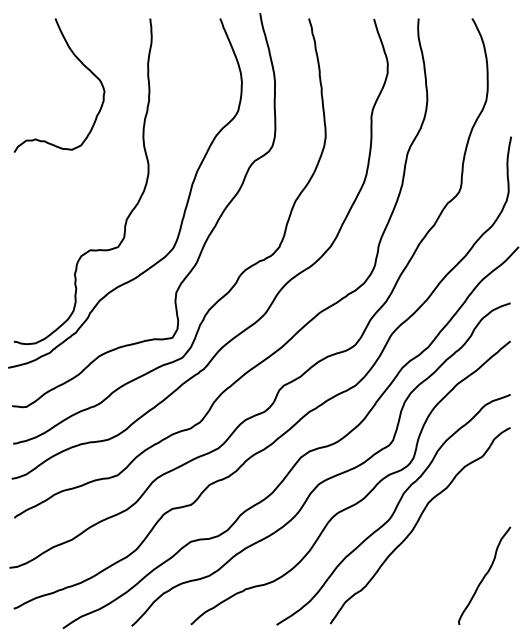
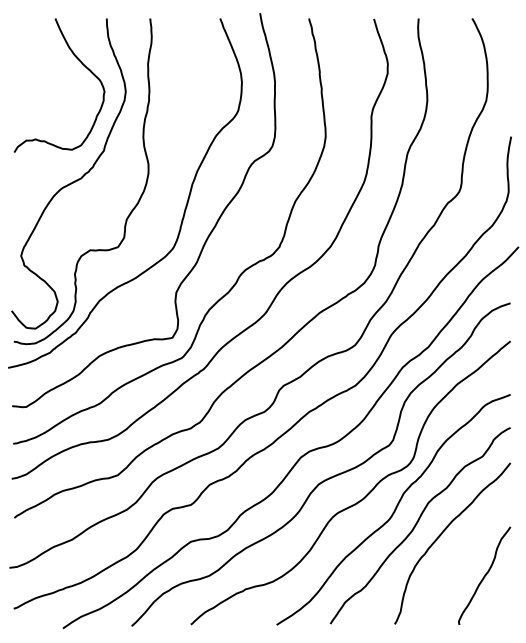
curve at (72, 181): none -> present
curve at (442, 534): none -> present
